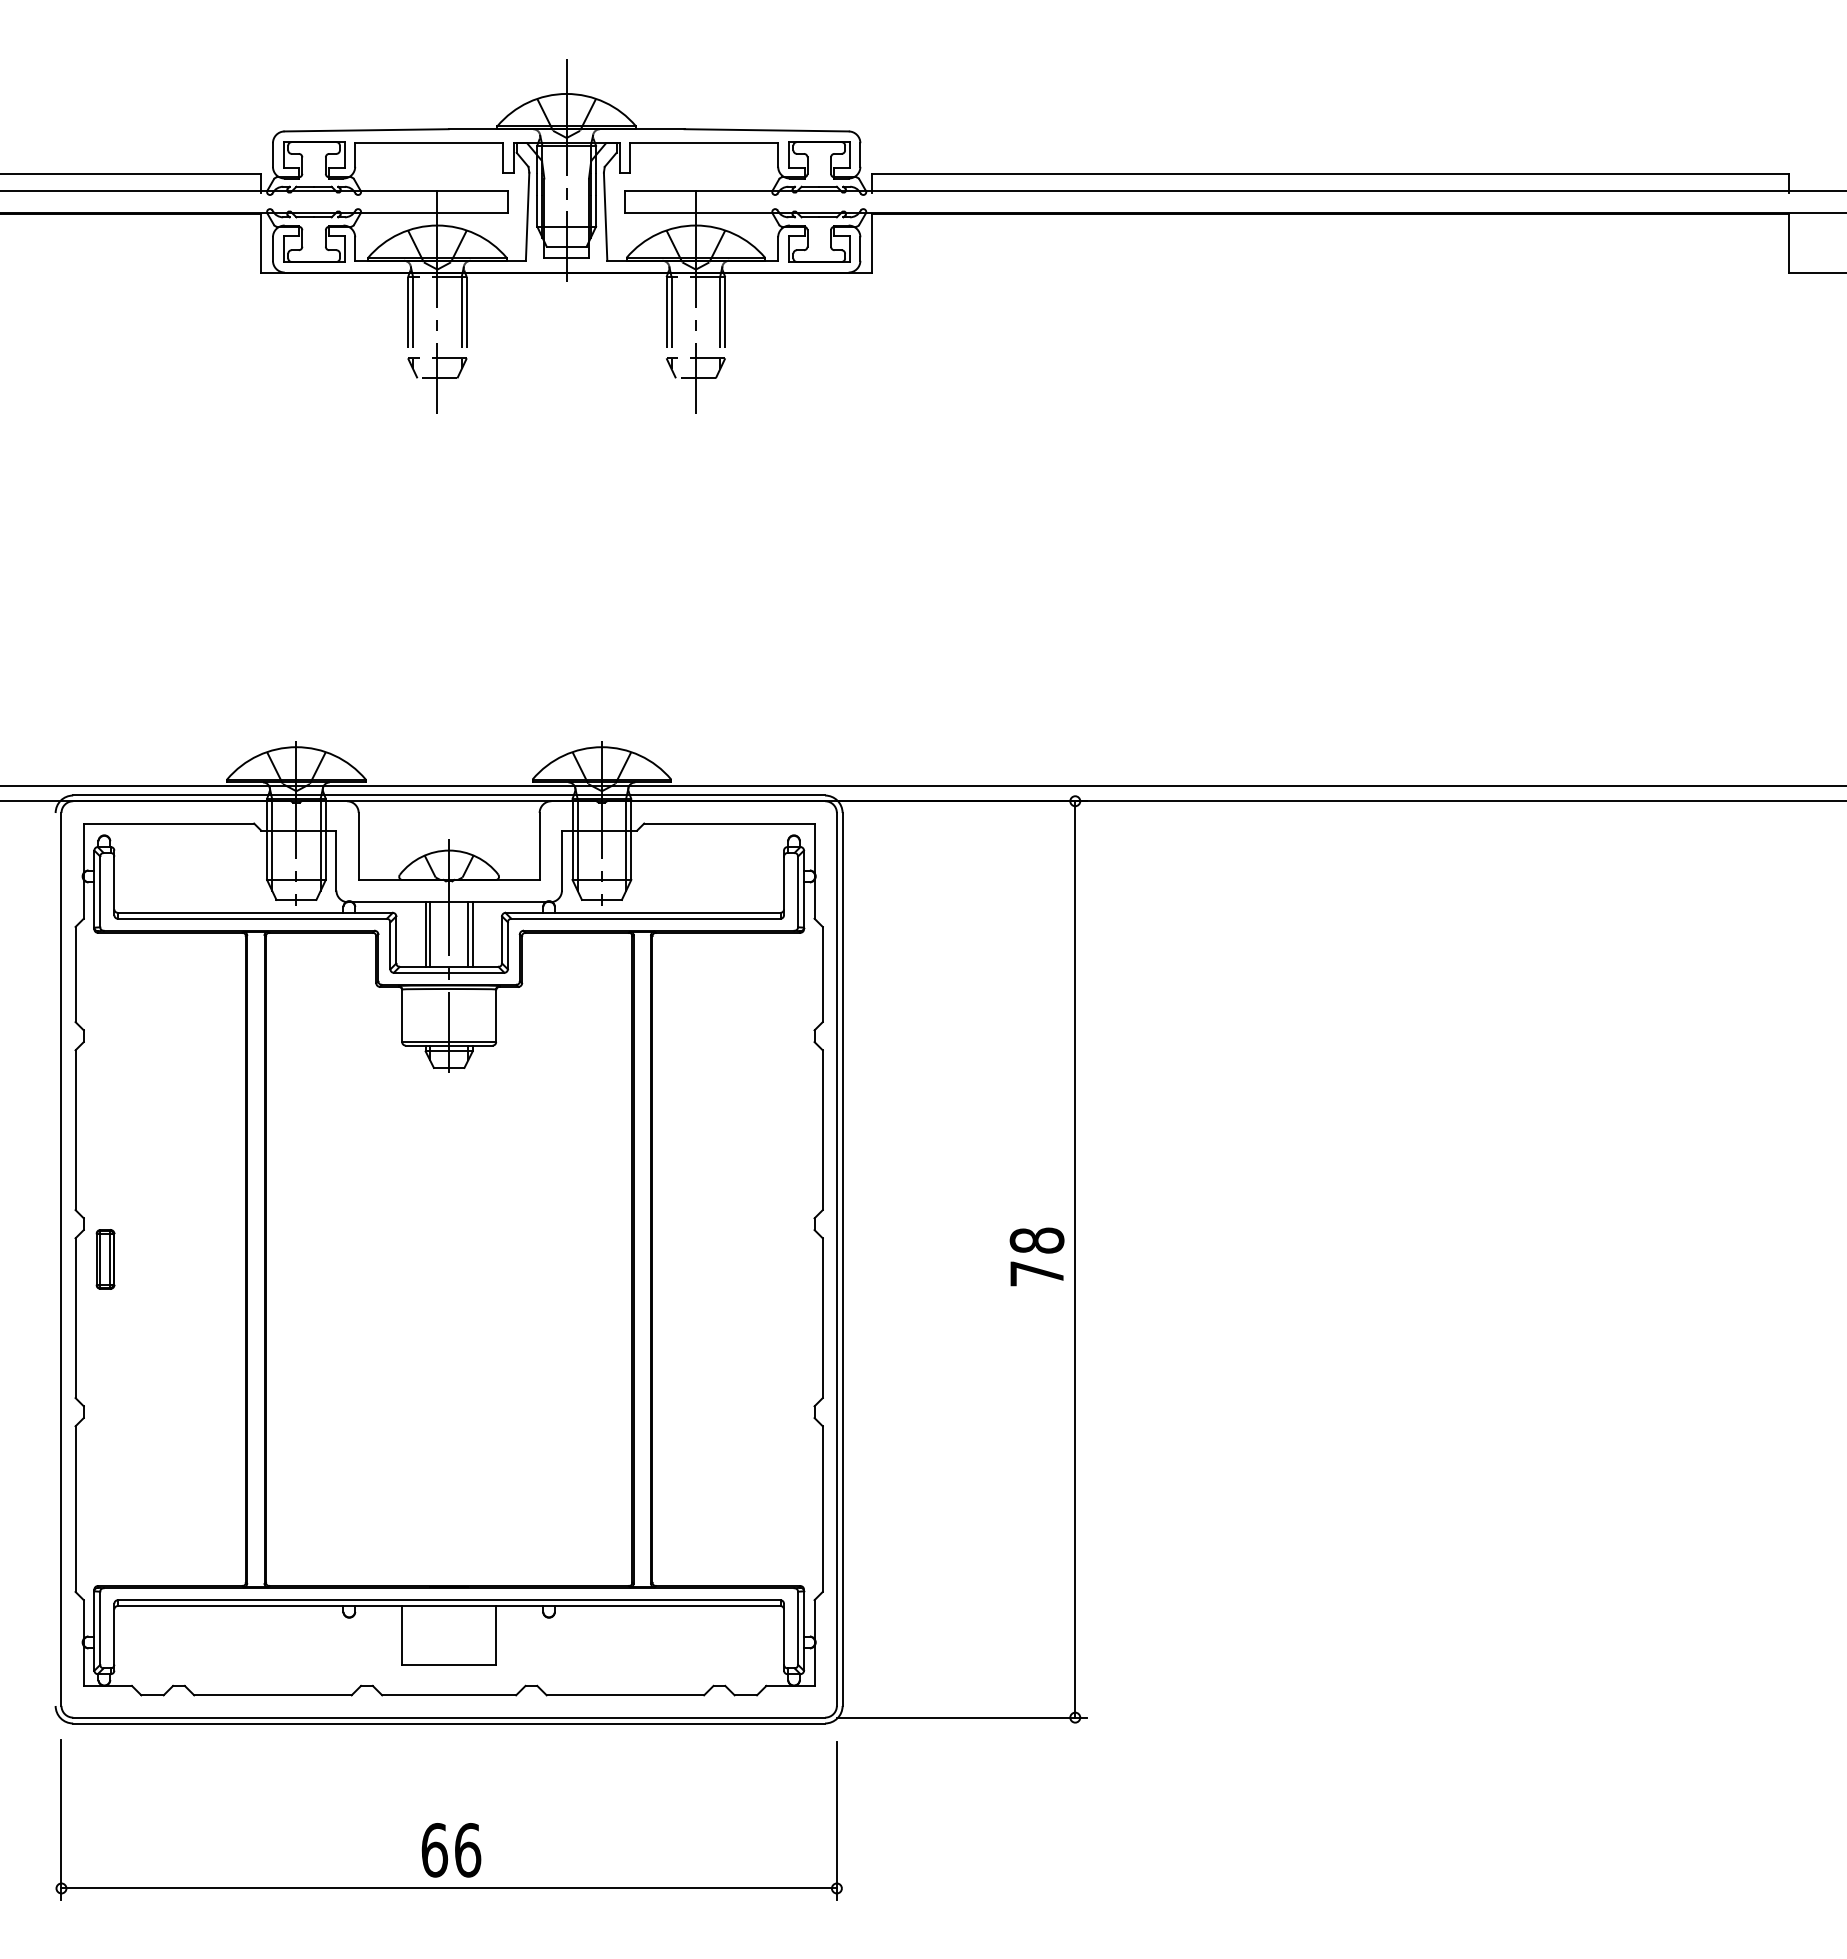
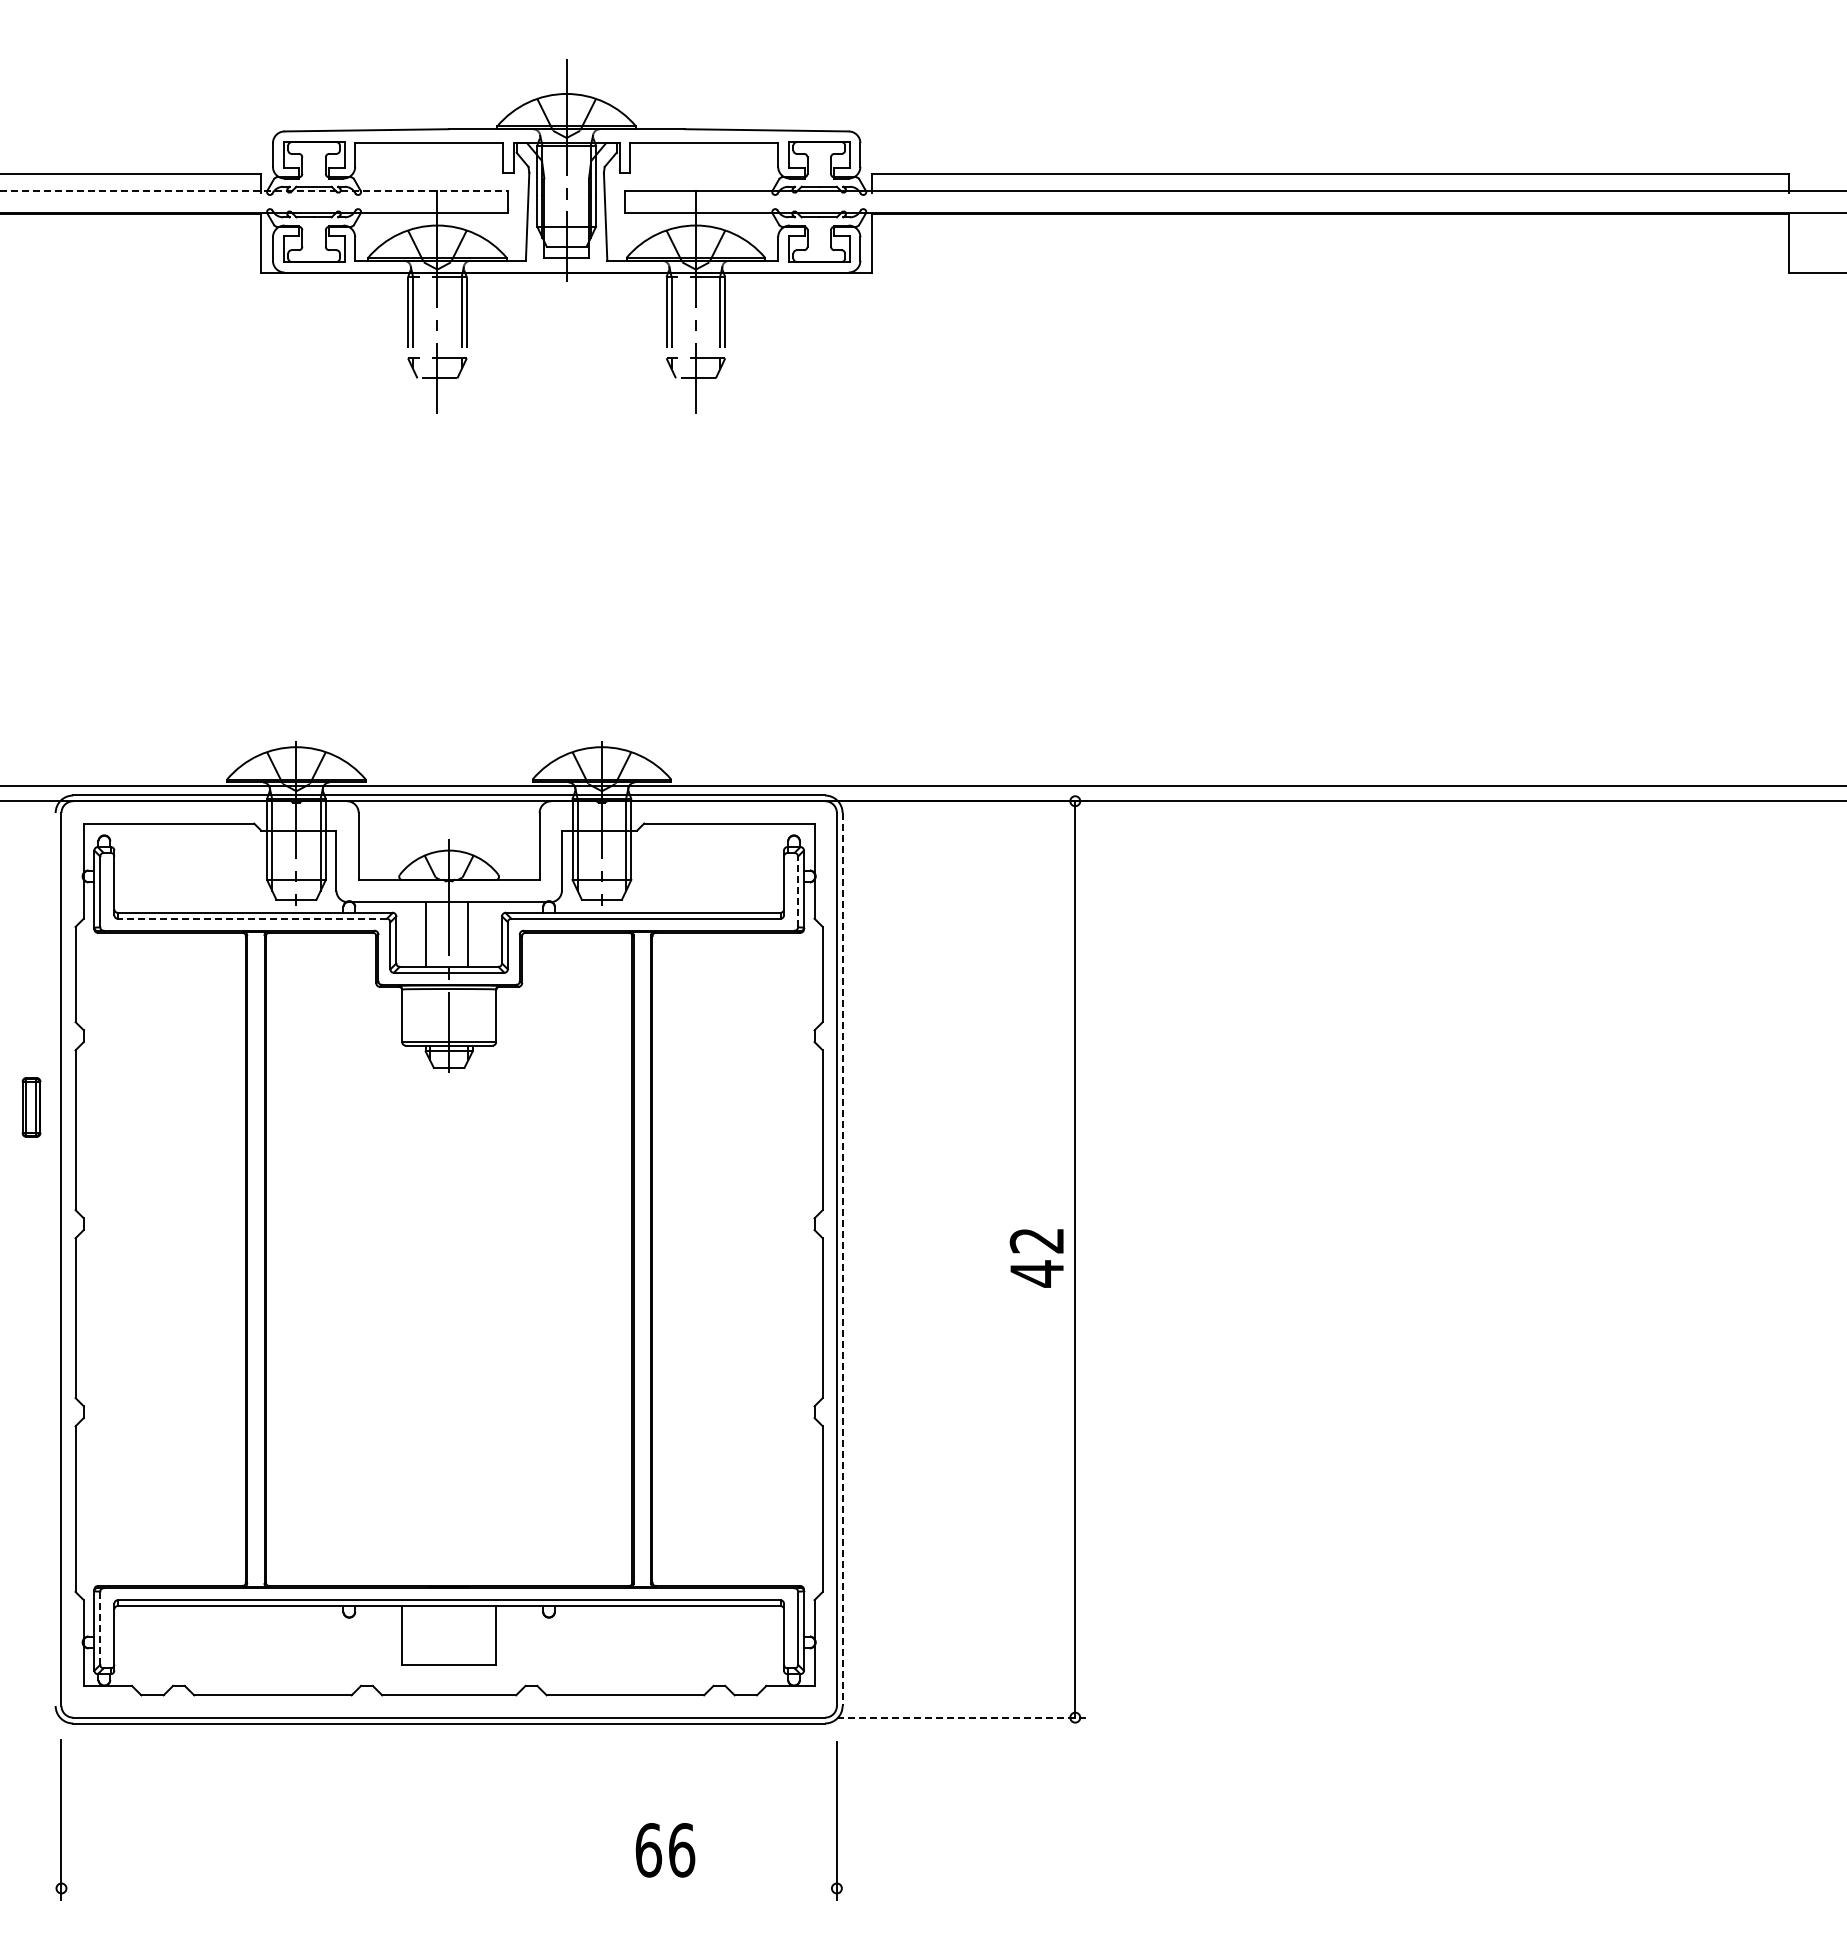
line at (254, 191): solid -> dashed
line at (798, 891): solid -> dashed
line at (252, 918): solid -> dashed
line at (430, 934): present -> none
line at (472, 934): present -> none
text at (1036, 1257): 78 -> 42
part at (105, 1259) position: (105, 1259) -> (31, 1107)
line at (842, 1259): solid -> dashed
line at (100, 1628): solid -> dashed
line at (962, 1717): solid -> dashed
text at (451, 1850) position: (451, 1850) -> (665, 1850)
line at (448, 1888): present -> none
